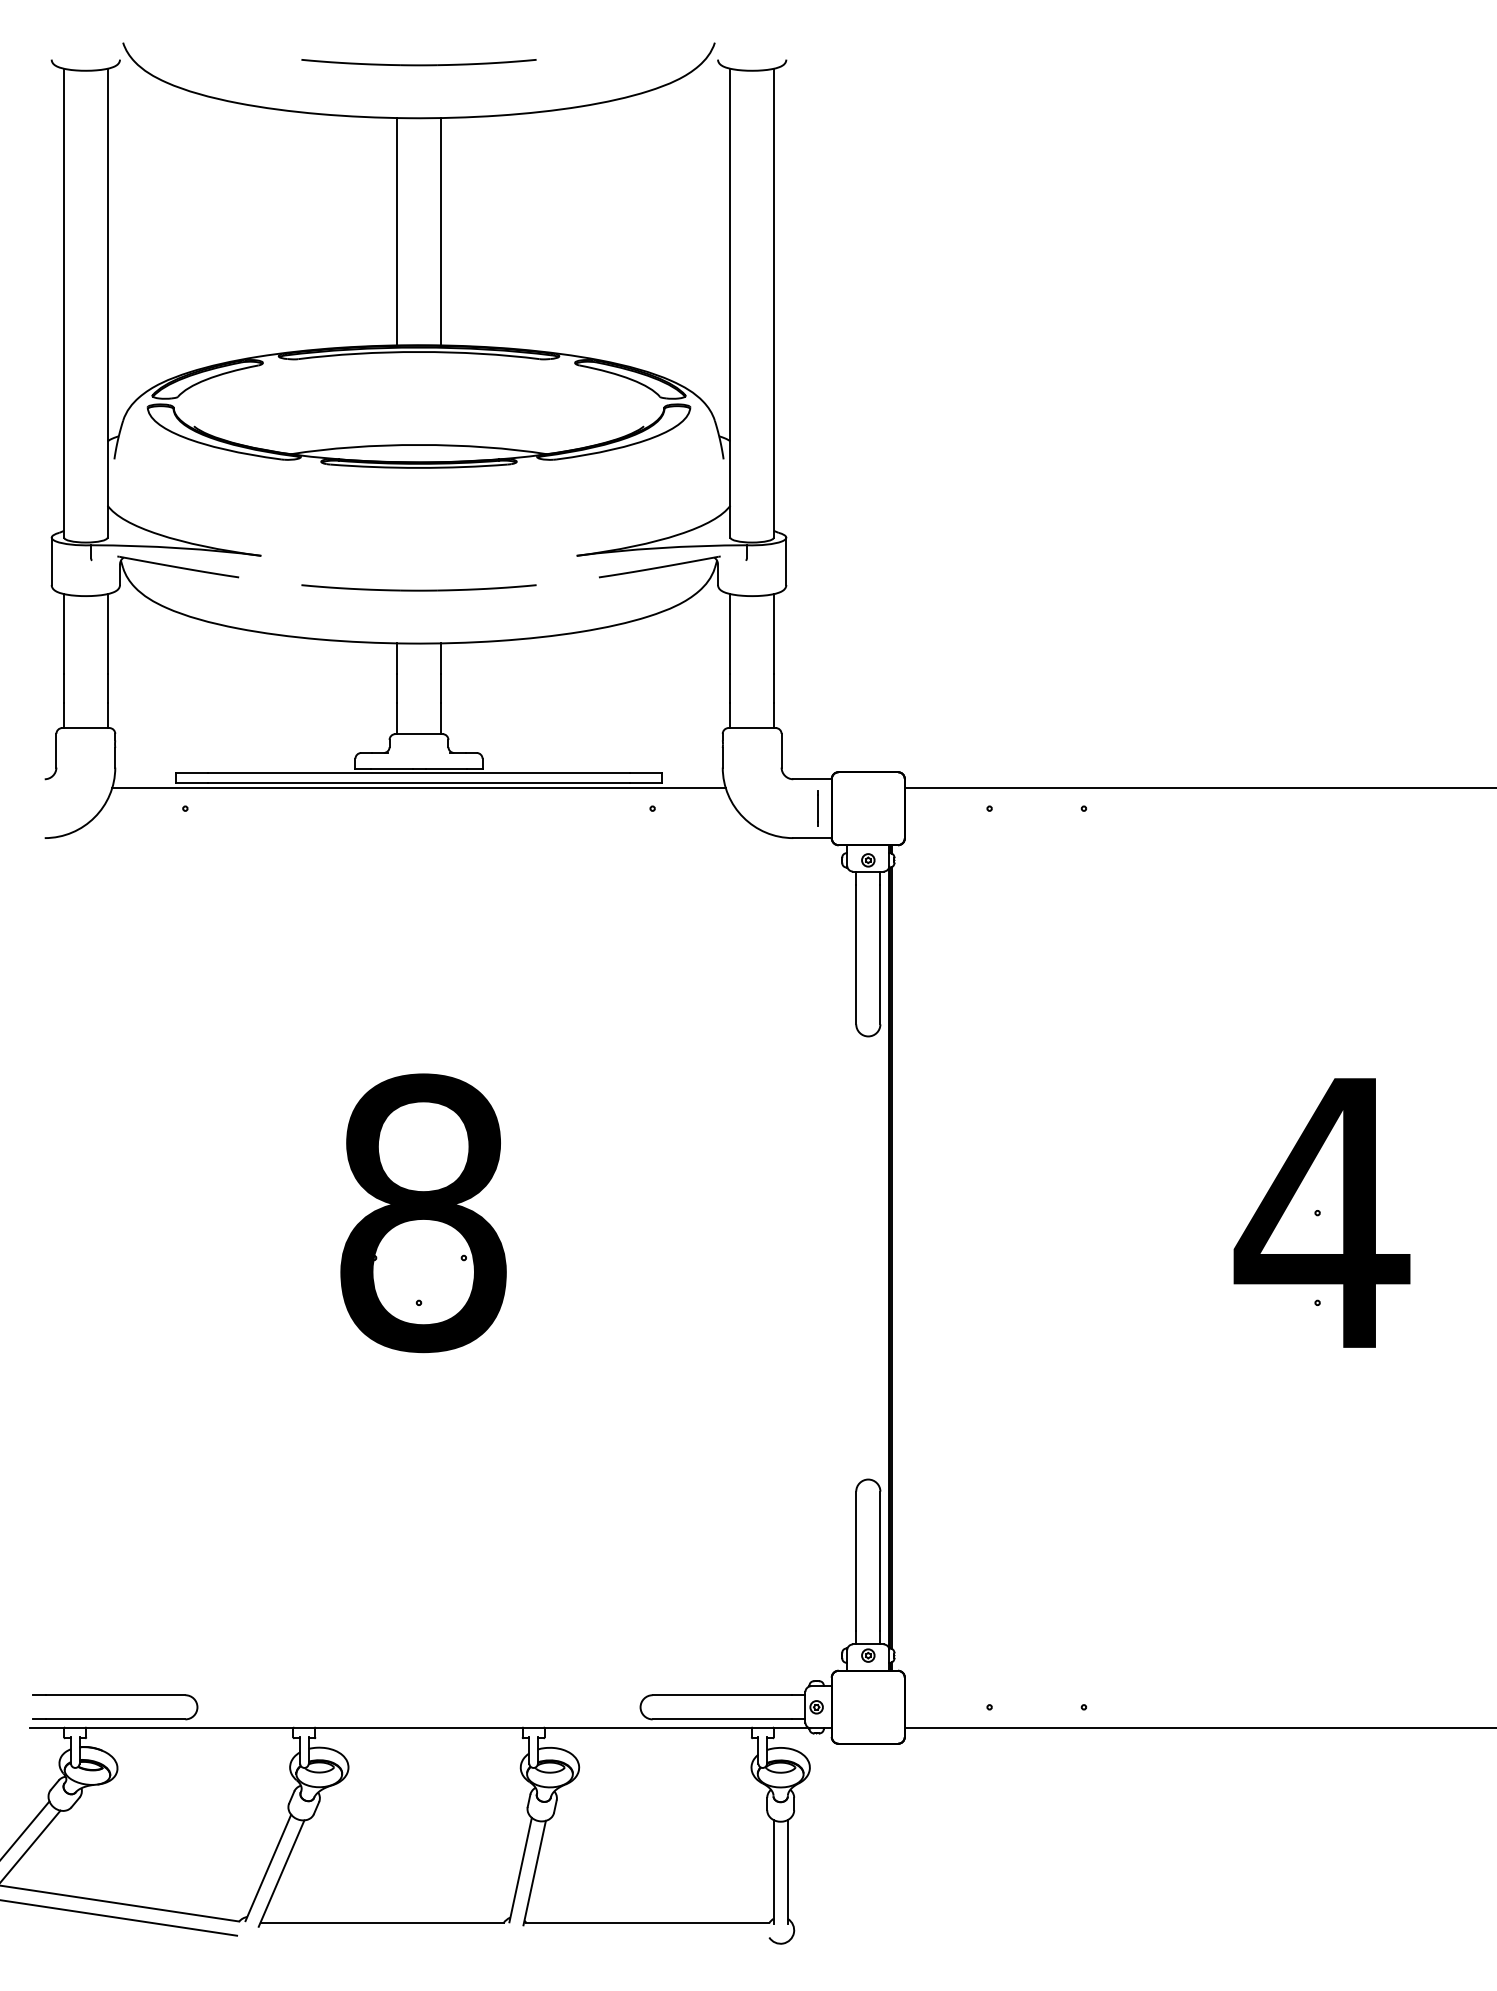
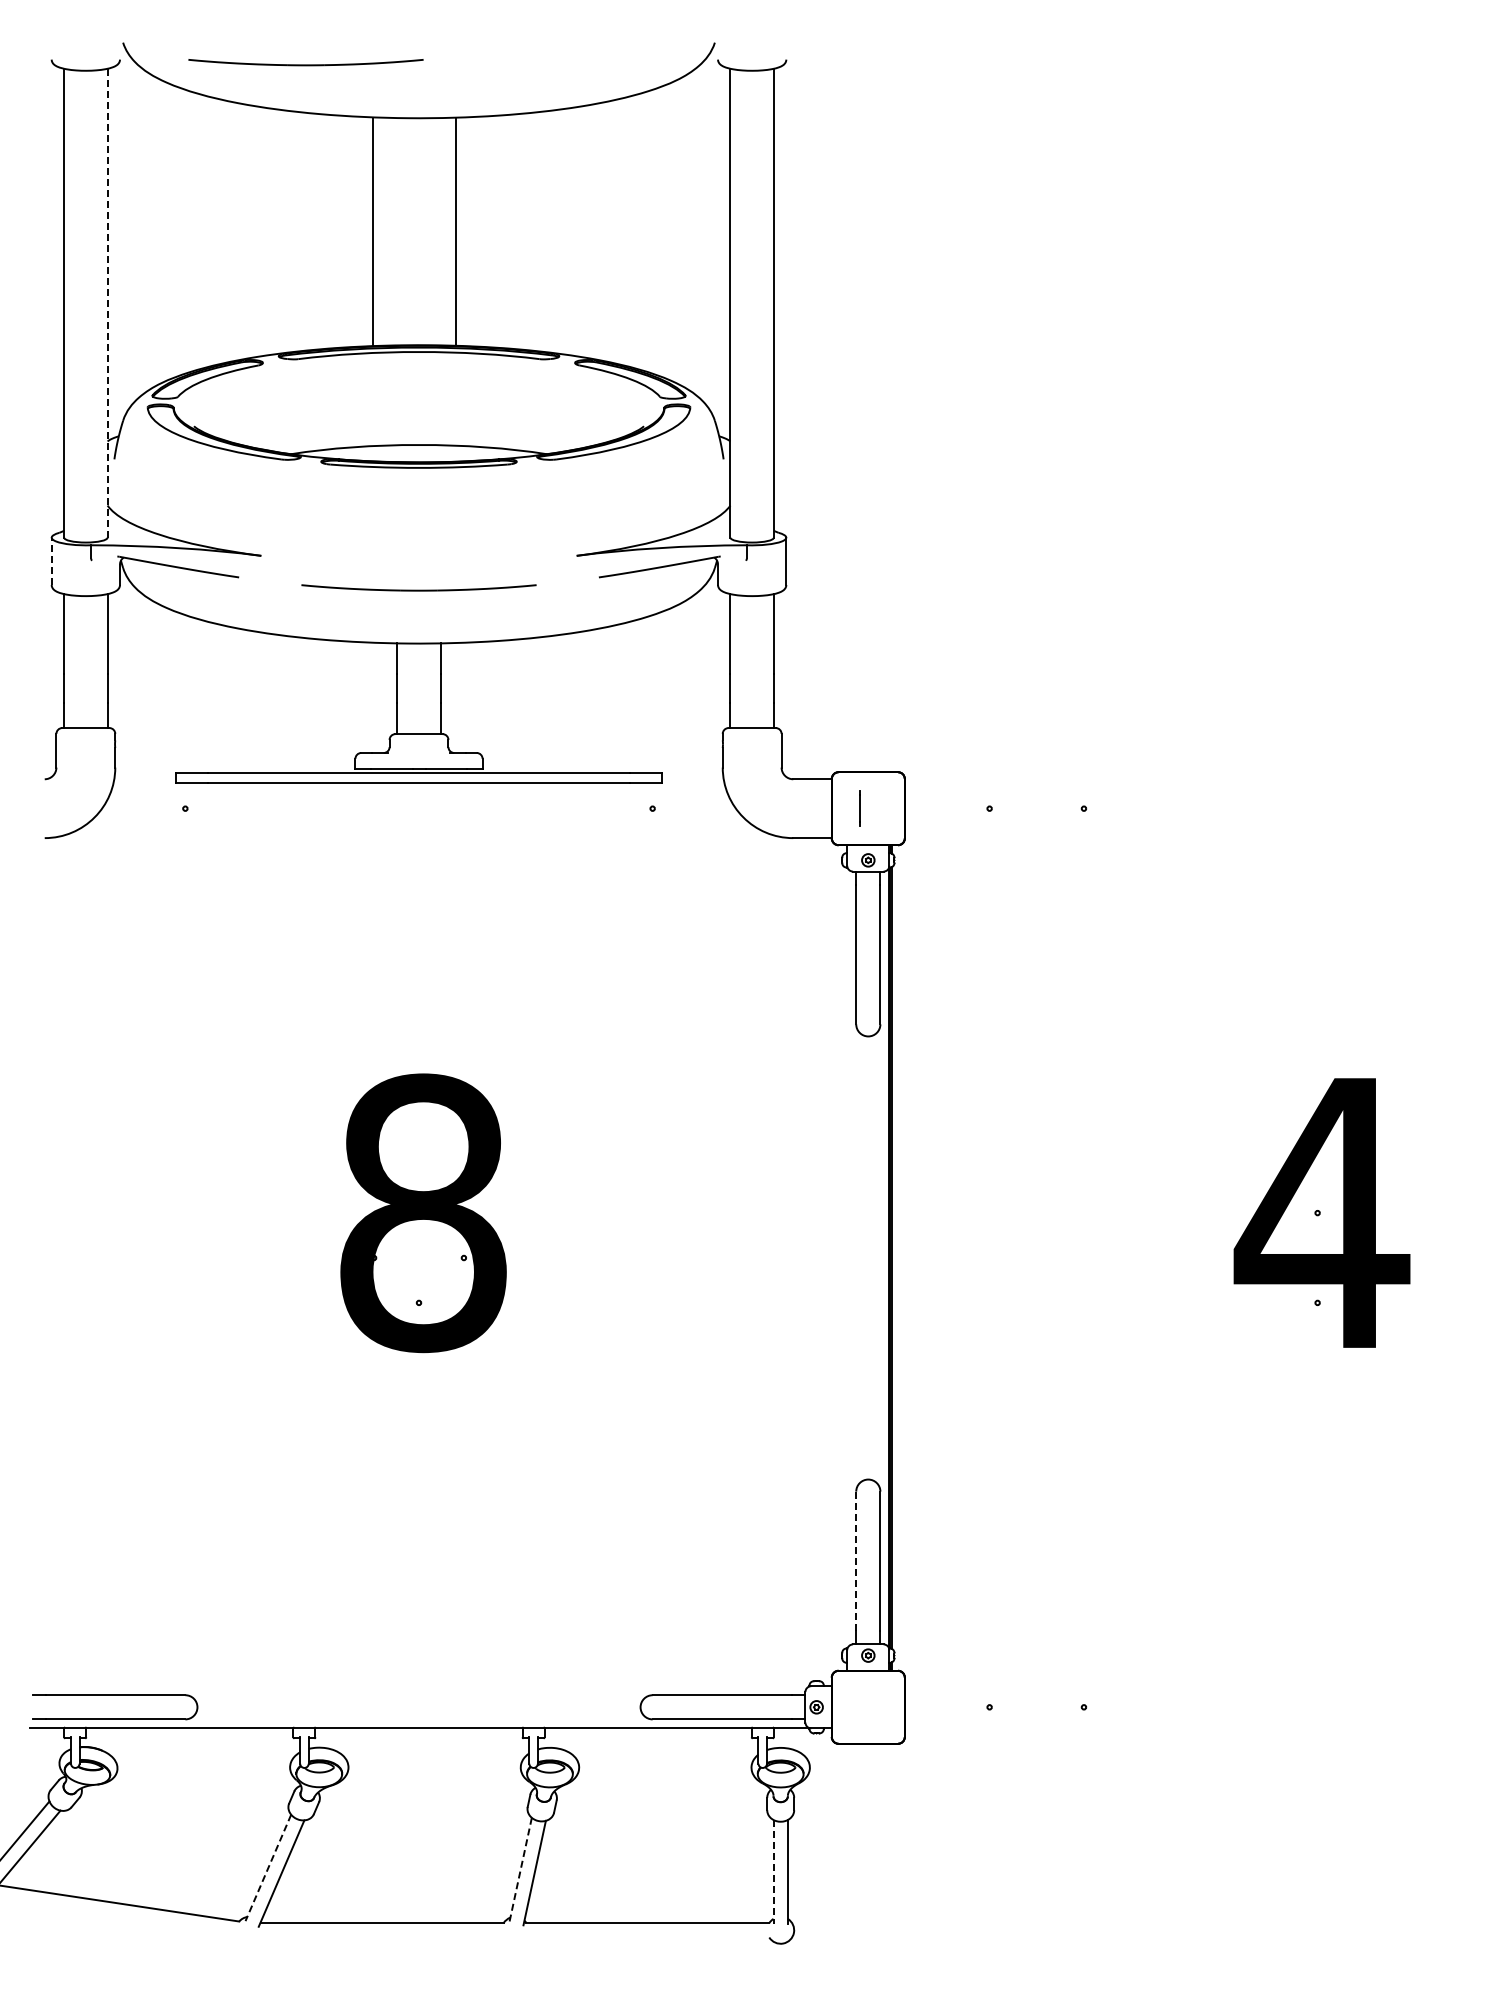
part at (418, 62) position: (418, 62) -> (305, 62)
line at (397, 231) position: (397, 231) -> (373, 231)
line at (440, 231) position: (440, 231) -> (455, 231)
line at (107, 302): solid -> dashed
line at (51, 561): solid -> dashed
line at (418, 788): present -> none
line at (1198, 788): present -> none
line at (817, 808) position: (817, 808) -> (859, 808)
line at (856, 1561): solid -> dashed
line at (1198, 1727): present -> none
line at (268, 1867): solid -> dashed
line at (520, 1870): solid -> dashed
line at (773, 1871): solid -> dashed
line at (119, 1917): present -> none
